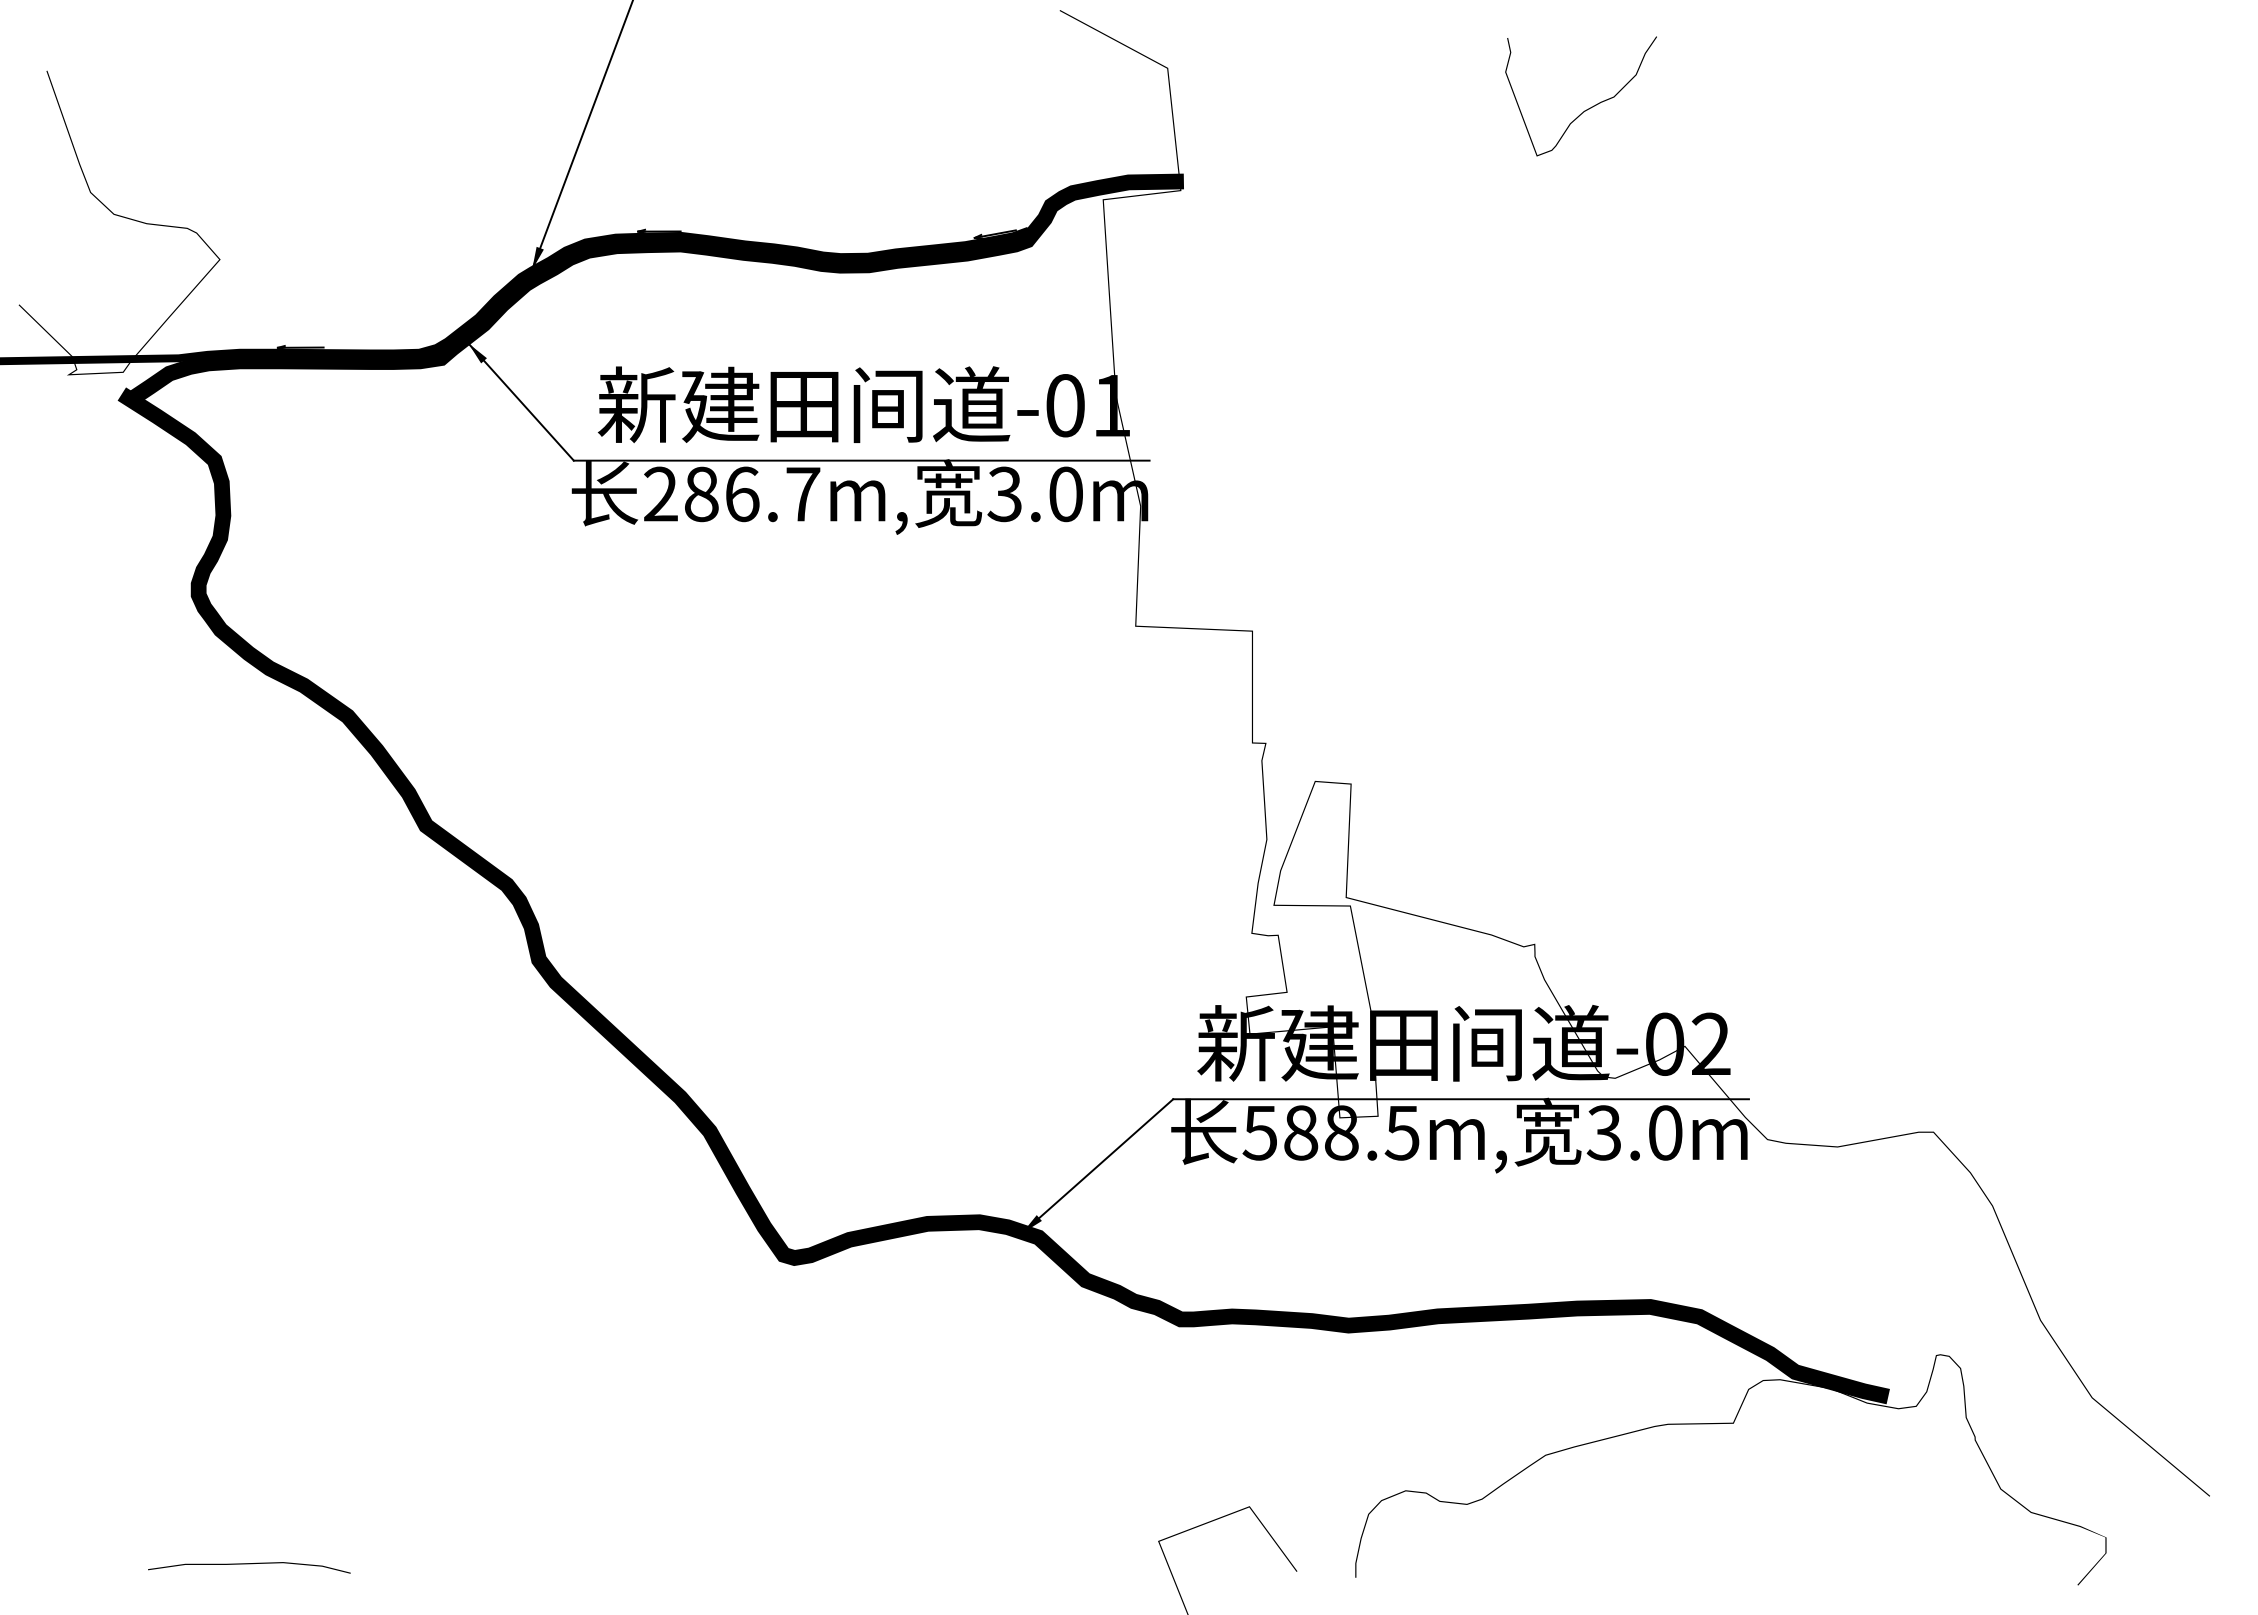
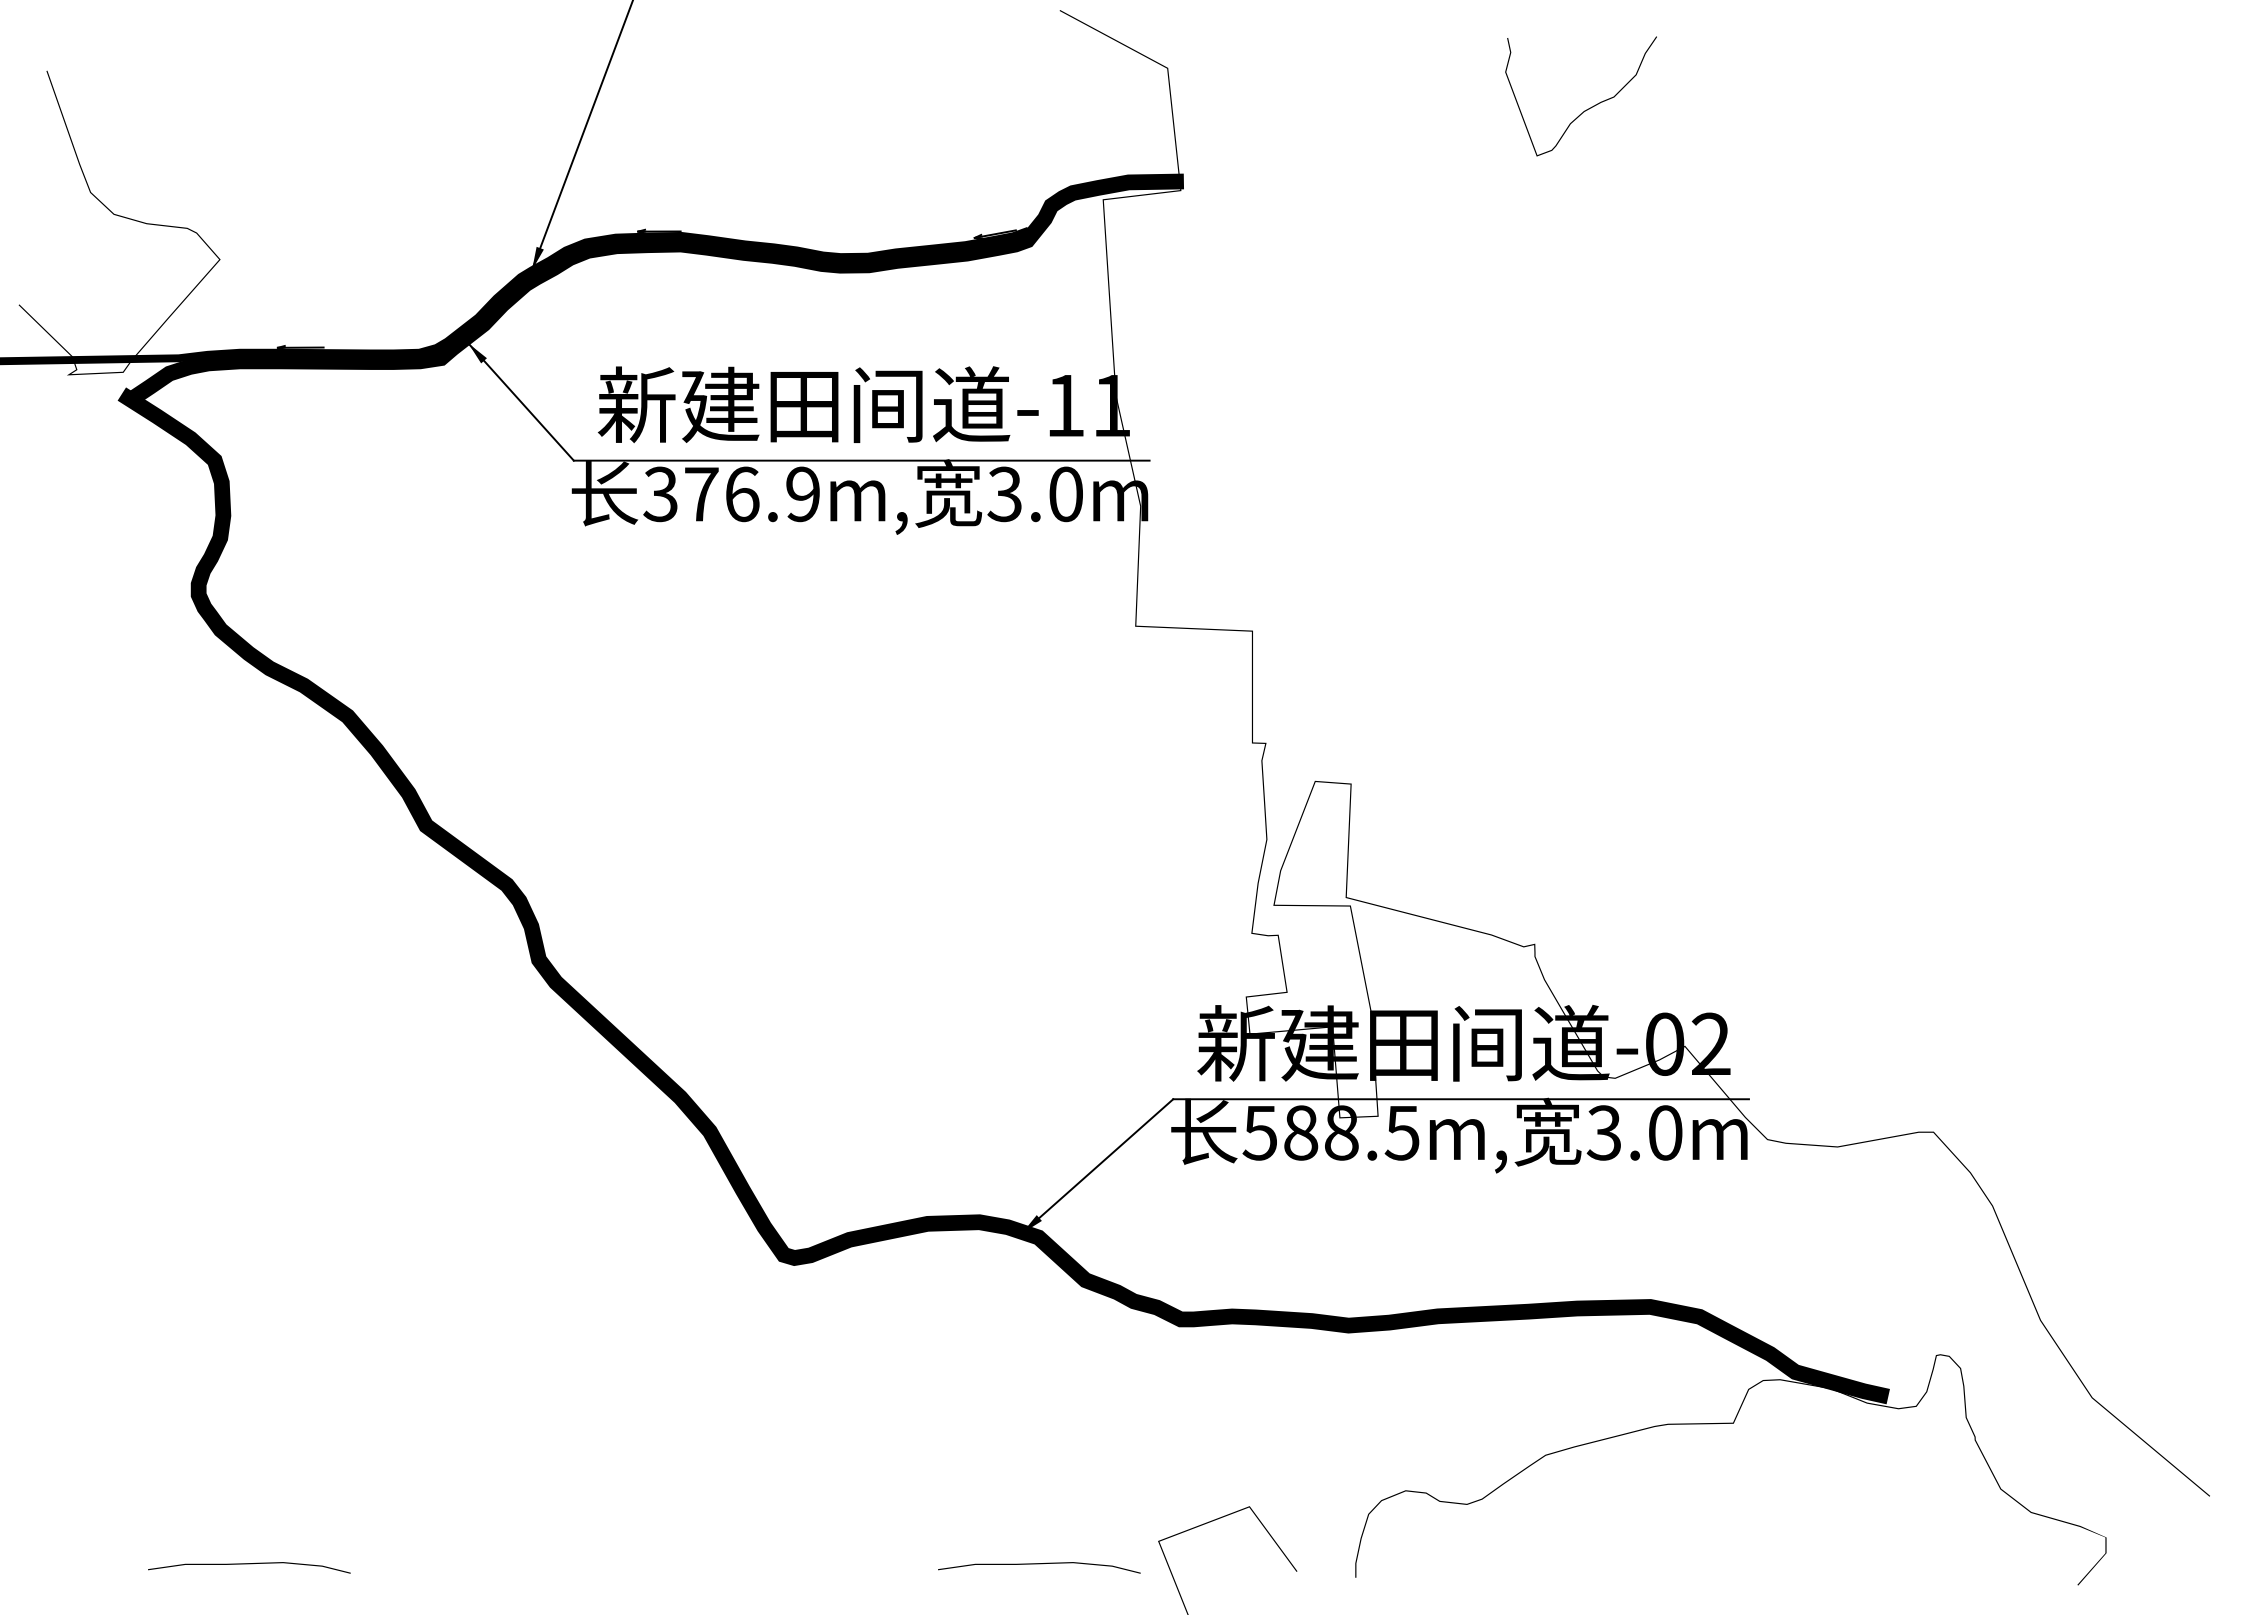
text at (1065, 405): -01 -> -11
text at (731, 494): 286.7m, -> 376.9m,
curve at (1039, 1564): none -> present
